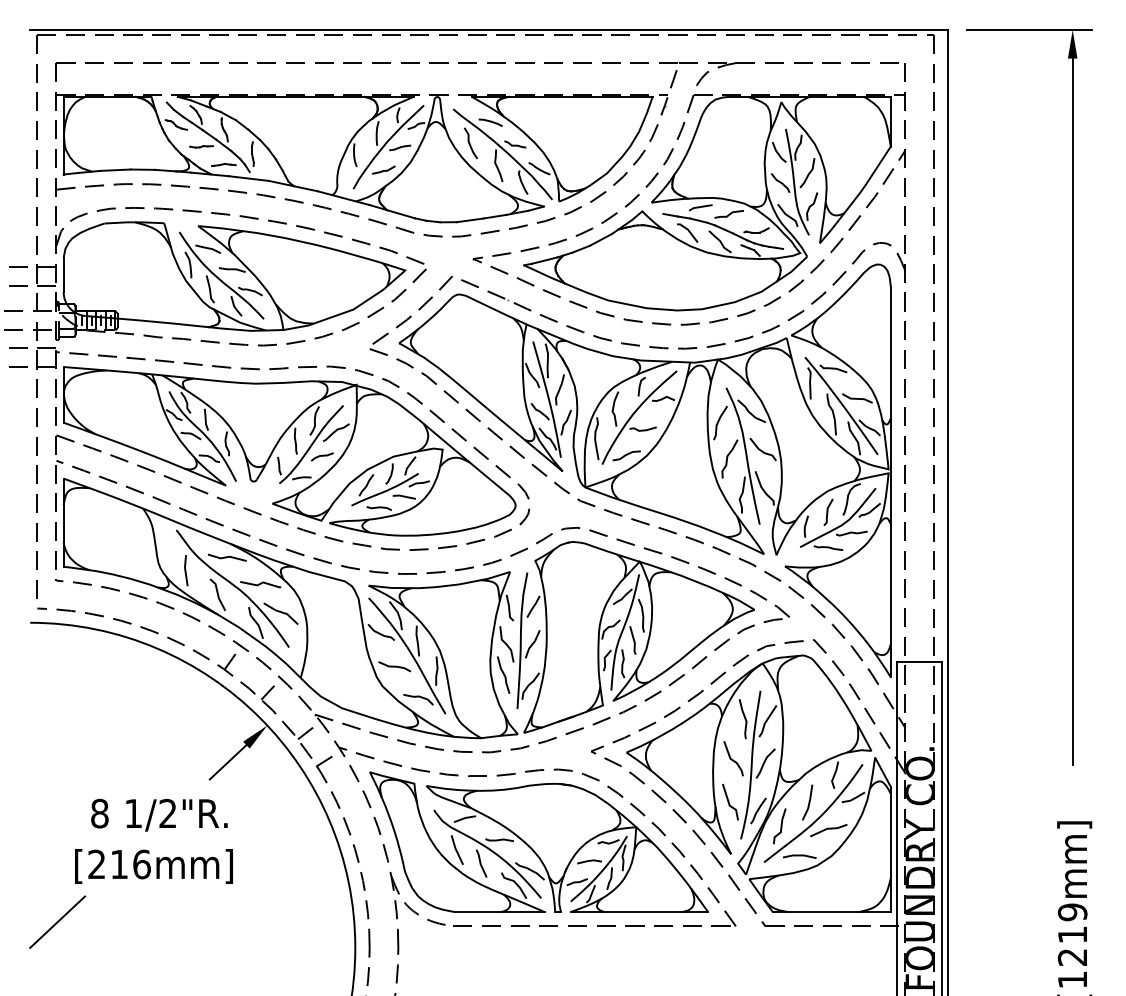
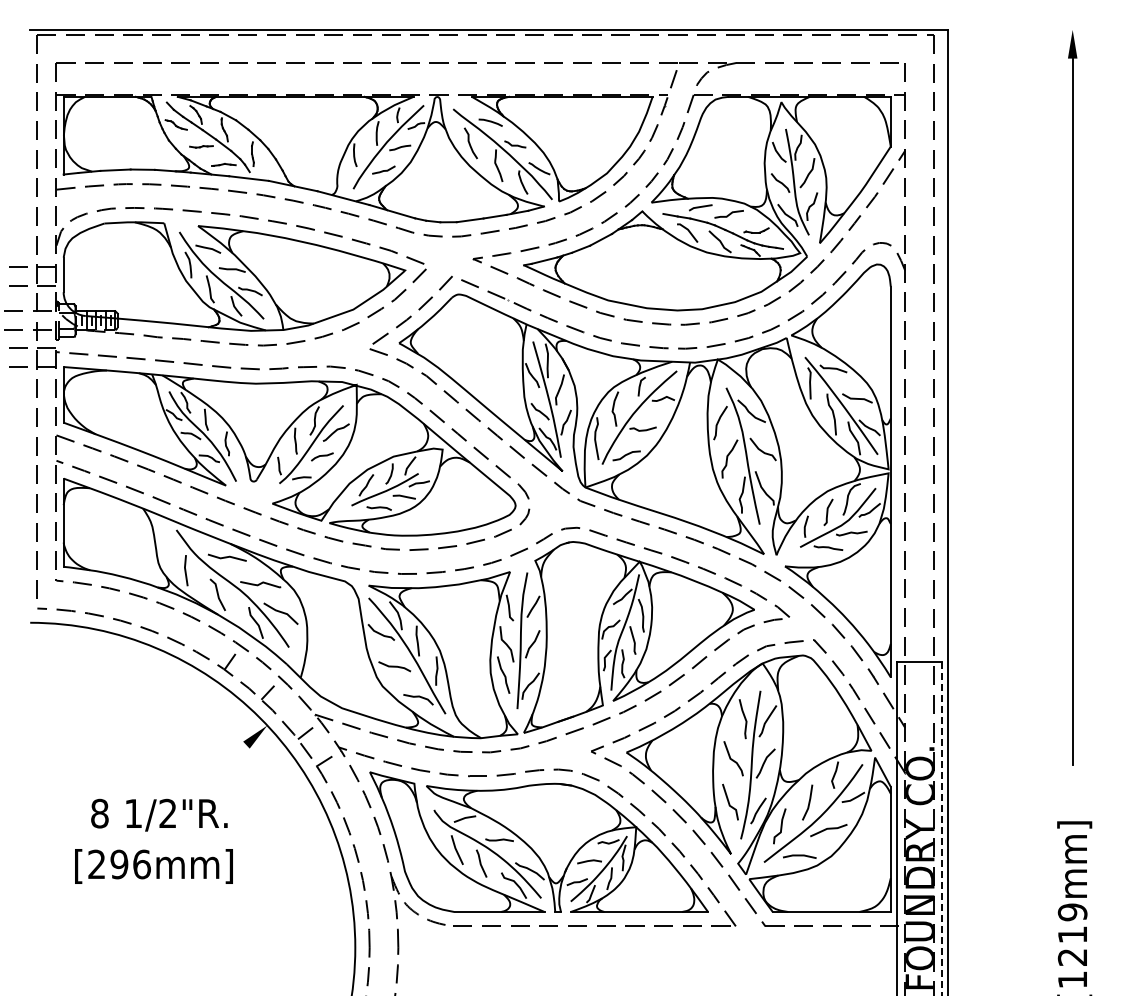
line at (1029, 29): present -> none
line at (227, 762): present -> none
line at (942, 828): solid -> dashed
text at (119, 864): [216mm] -> [296mm]
line at (57, 921): present -> none
